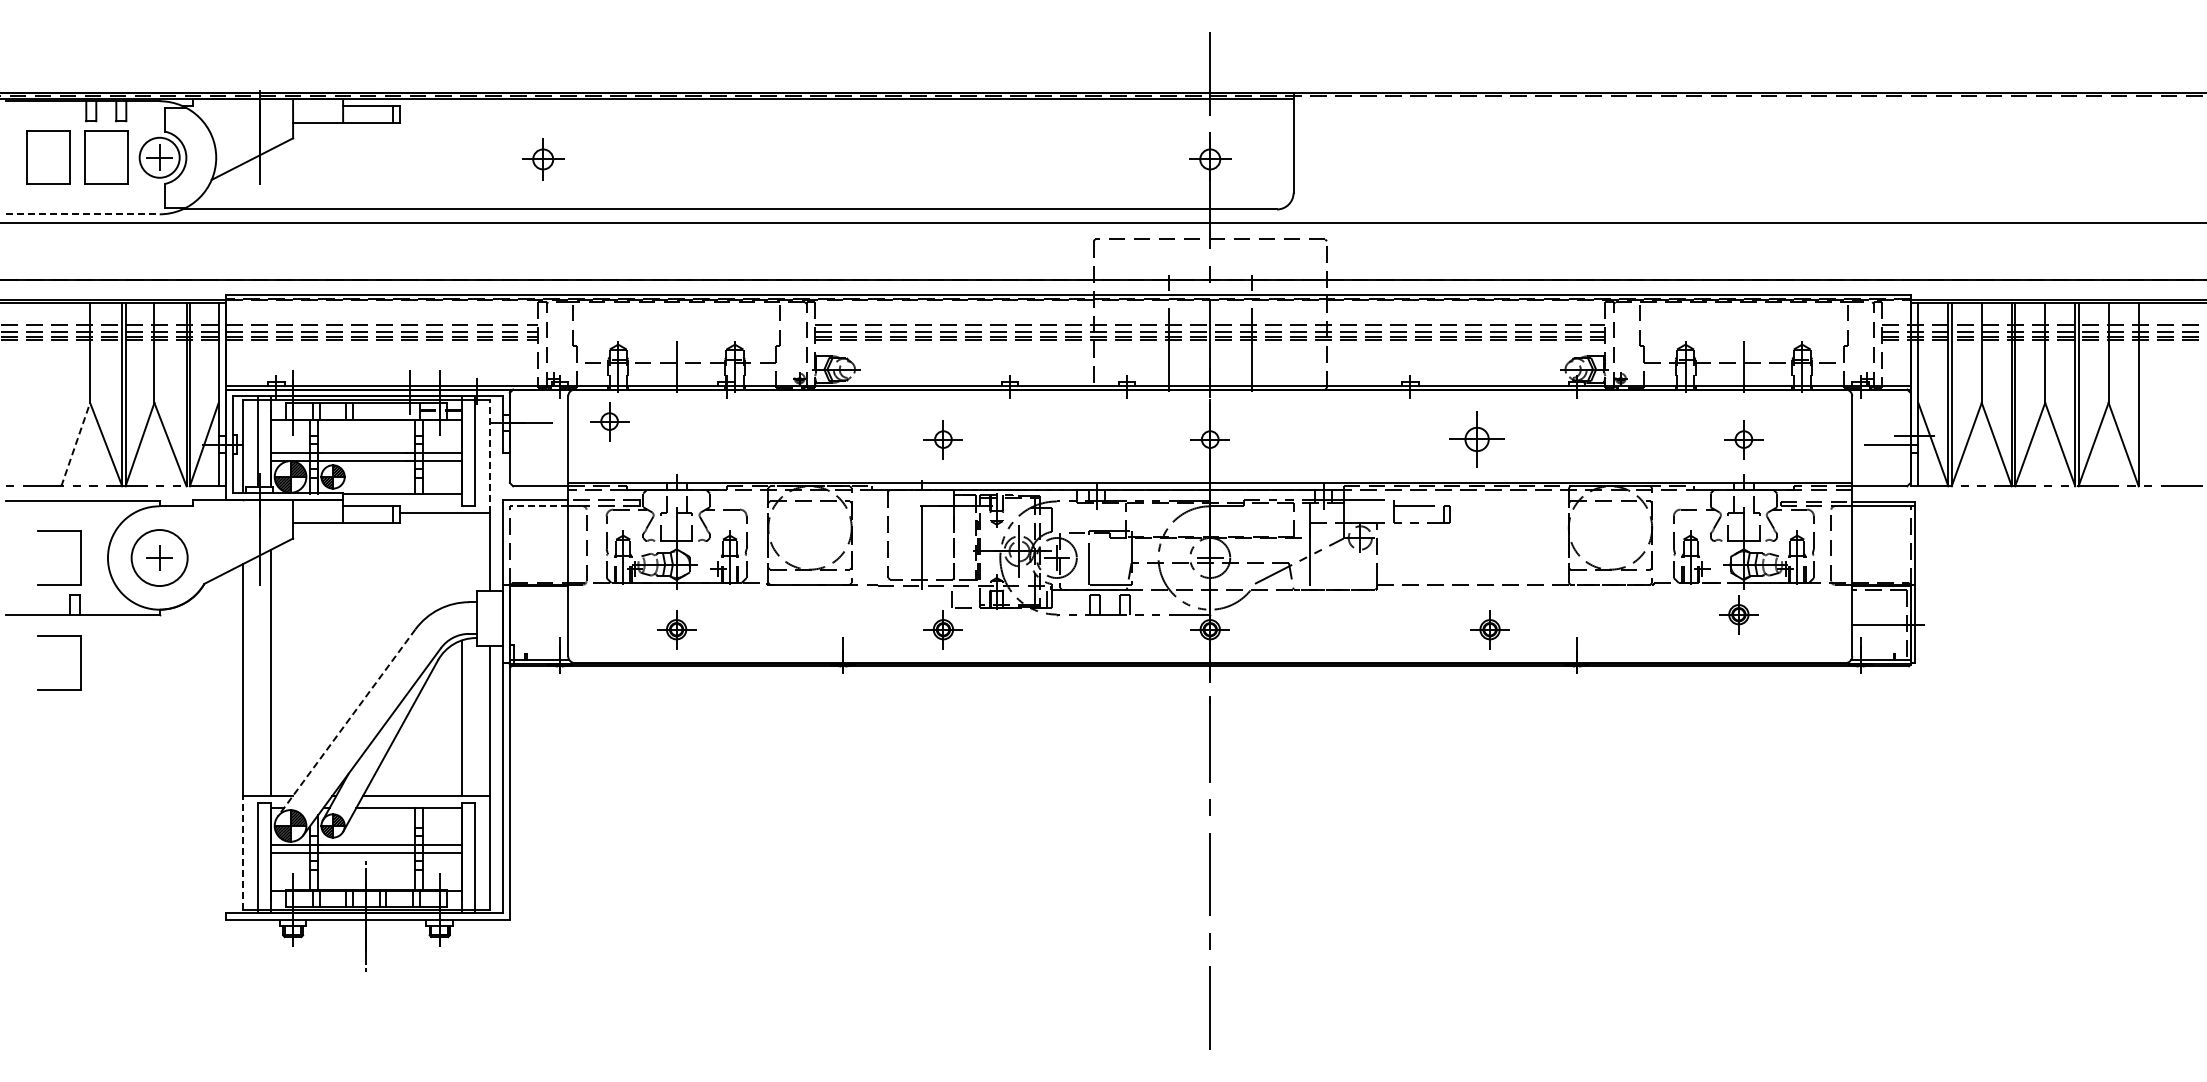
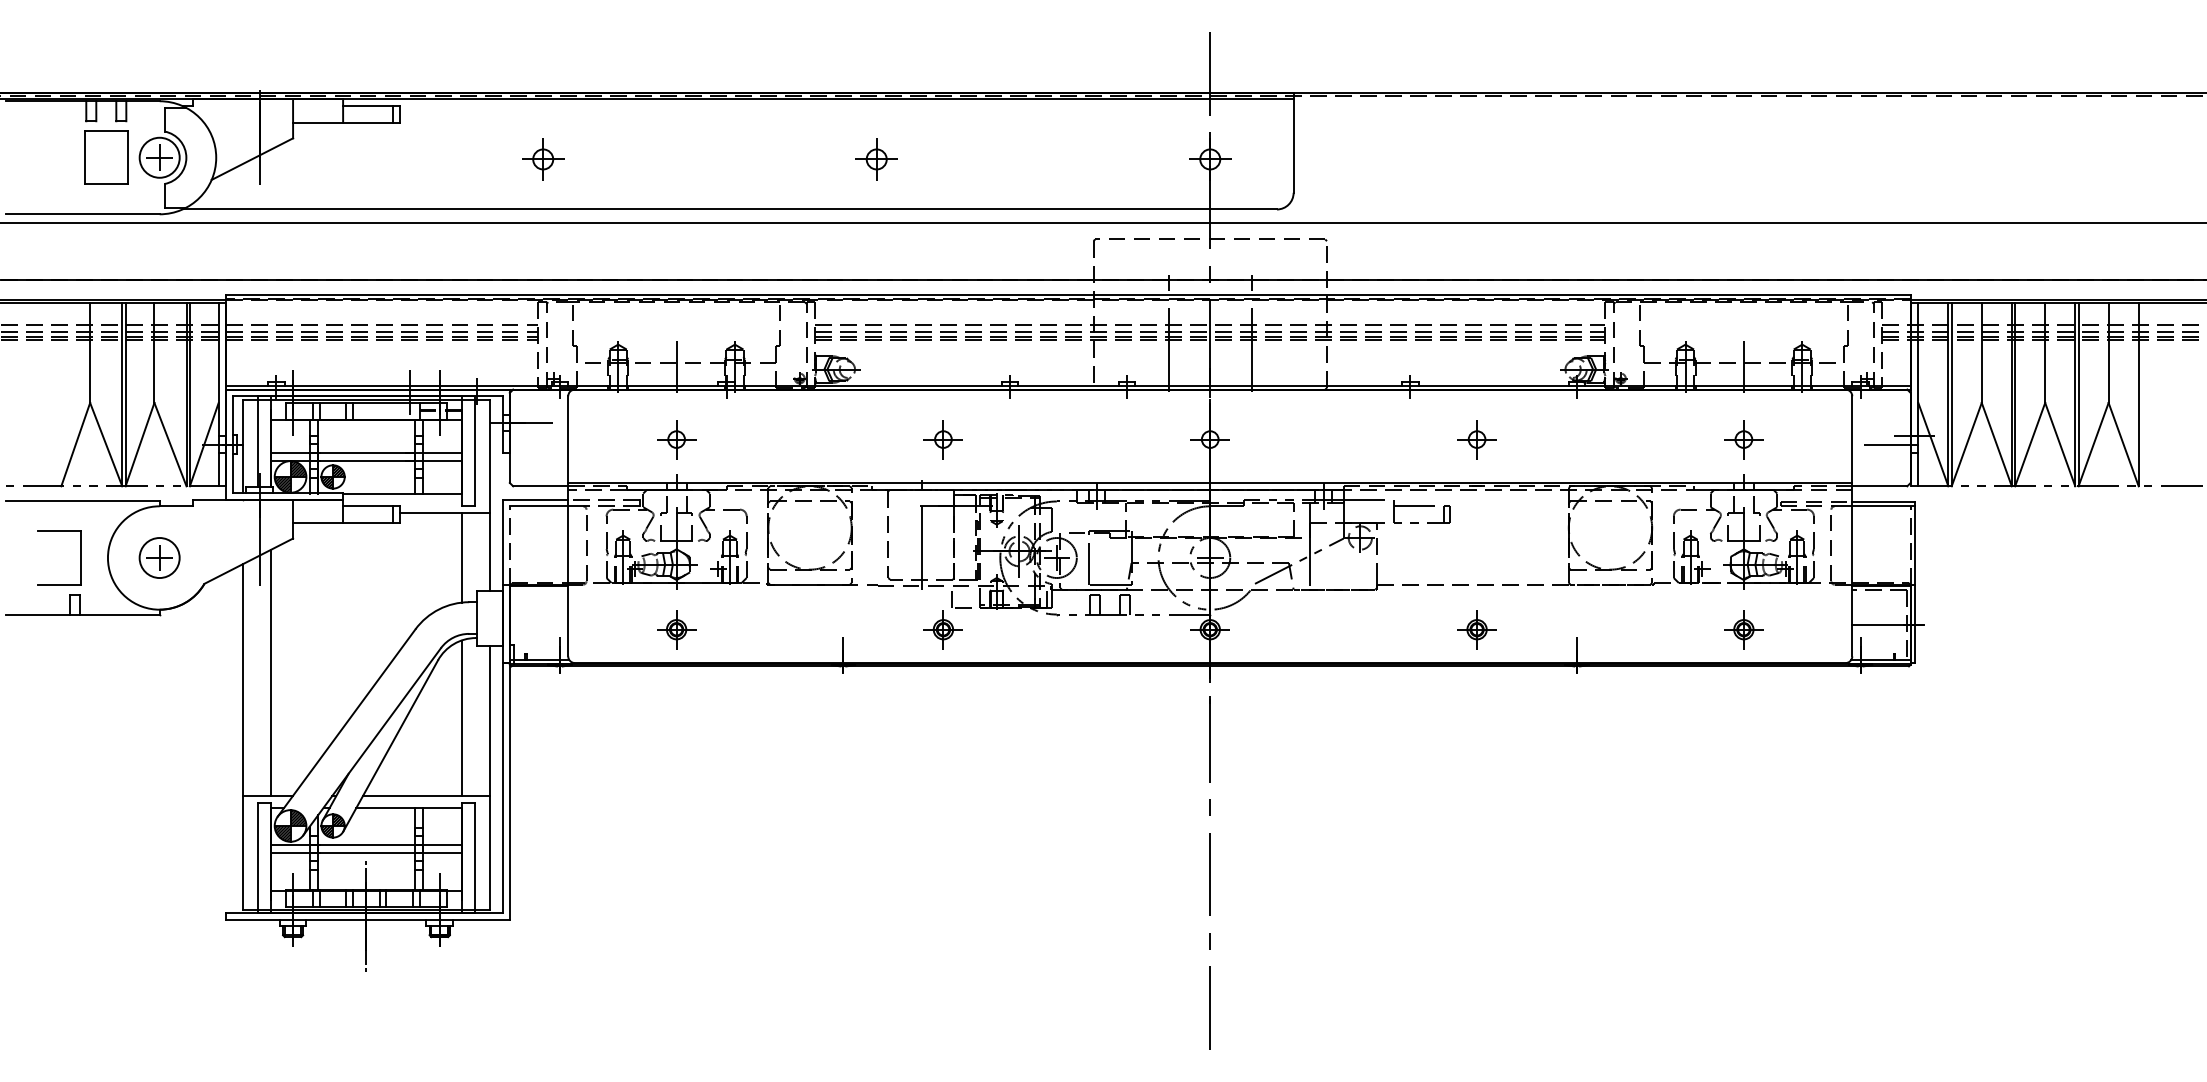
part at (48, 157): present -> none
part at (876, 159): none -> present
line at (82, 214): dashed -> solid
part at (609, 421) position: (609, 421) -> (676, 439)
part at (1476, 439) size: 56x57 px -> 40x40 px
line at (75, 444): dashed -> solid
line at (489, 456): dashed -> solid
line at (538, 506): dashed -> solid
line at (461, 557): none -> present
circle at (159, 558) diameter: 56 px -> 40 px
part at (1738, 614) position: (1738, 614) -> (1743, 629)
part at (1489, 629) position: (1489, 629) -> (1476, 629)
part at (80, 662): present -> none
line at (346, 723): dashed -> solid
line at (243, 853): dashed -> solid
